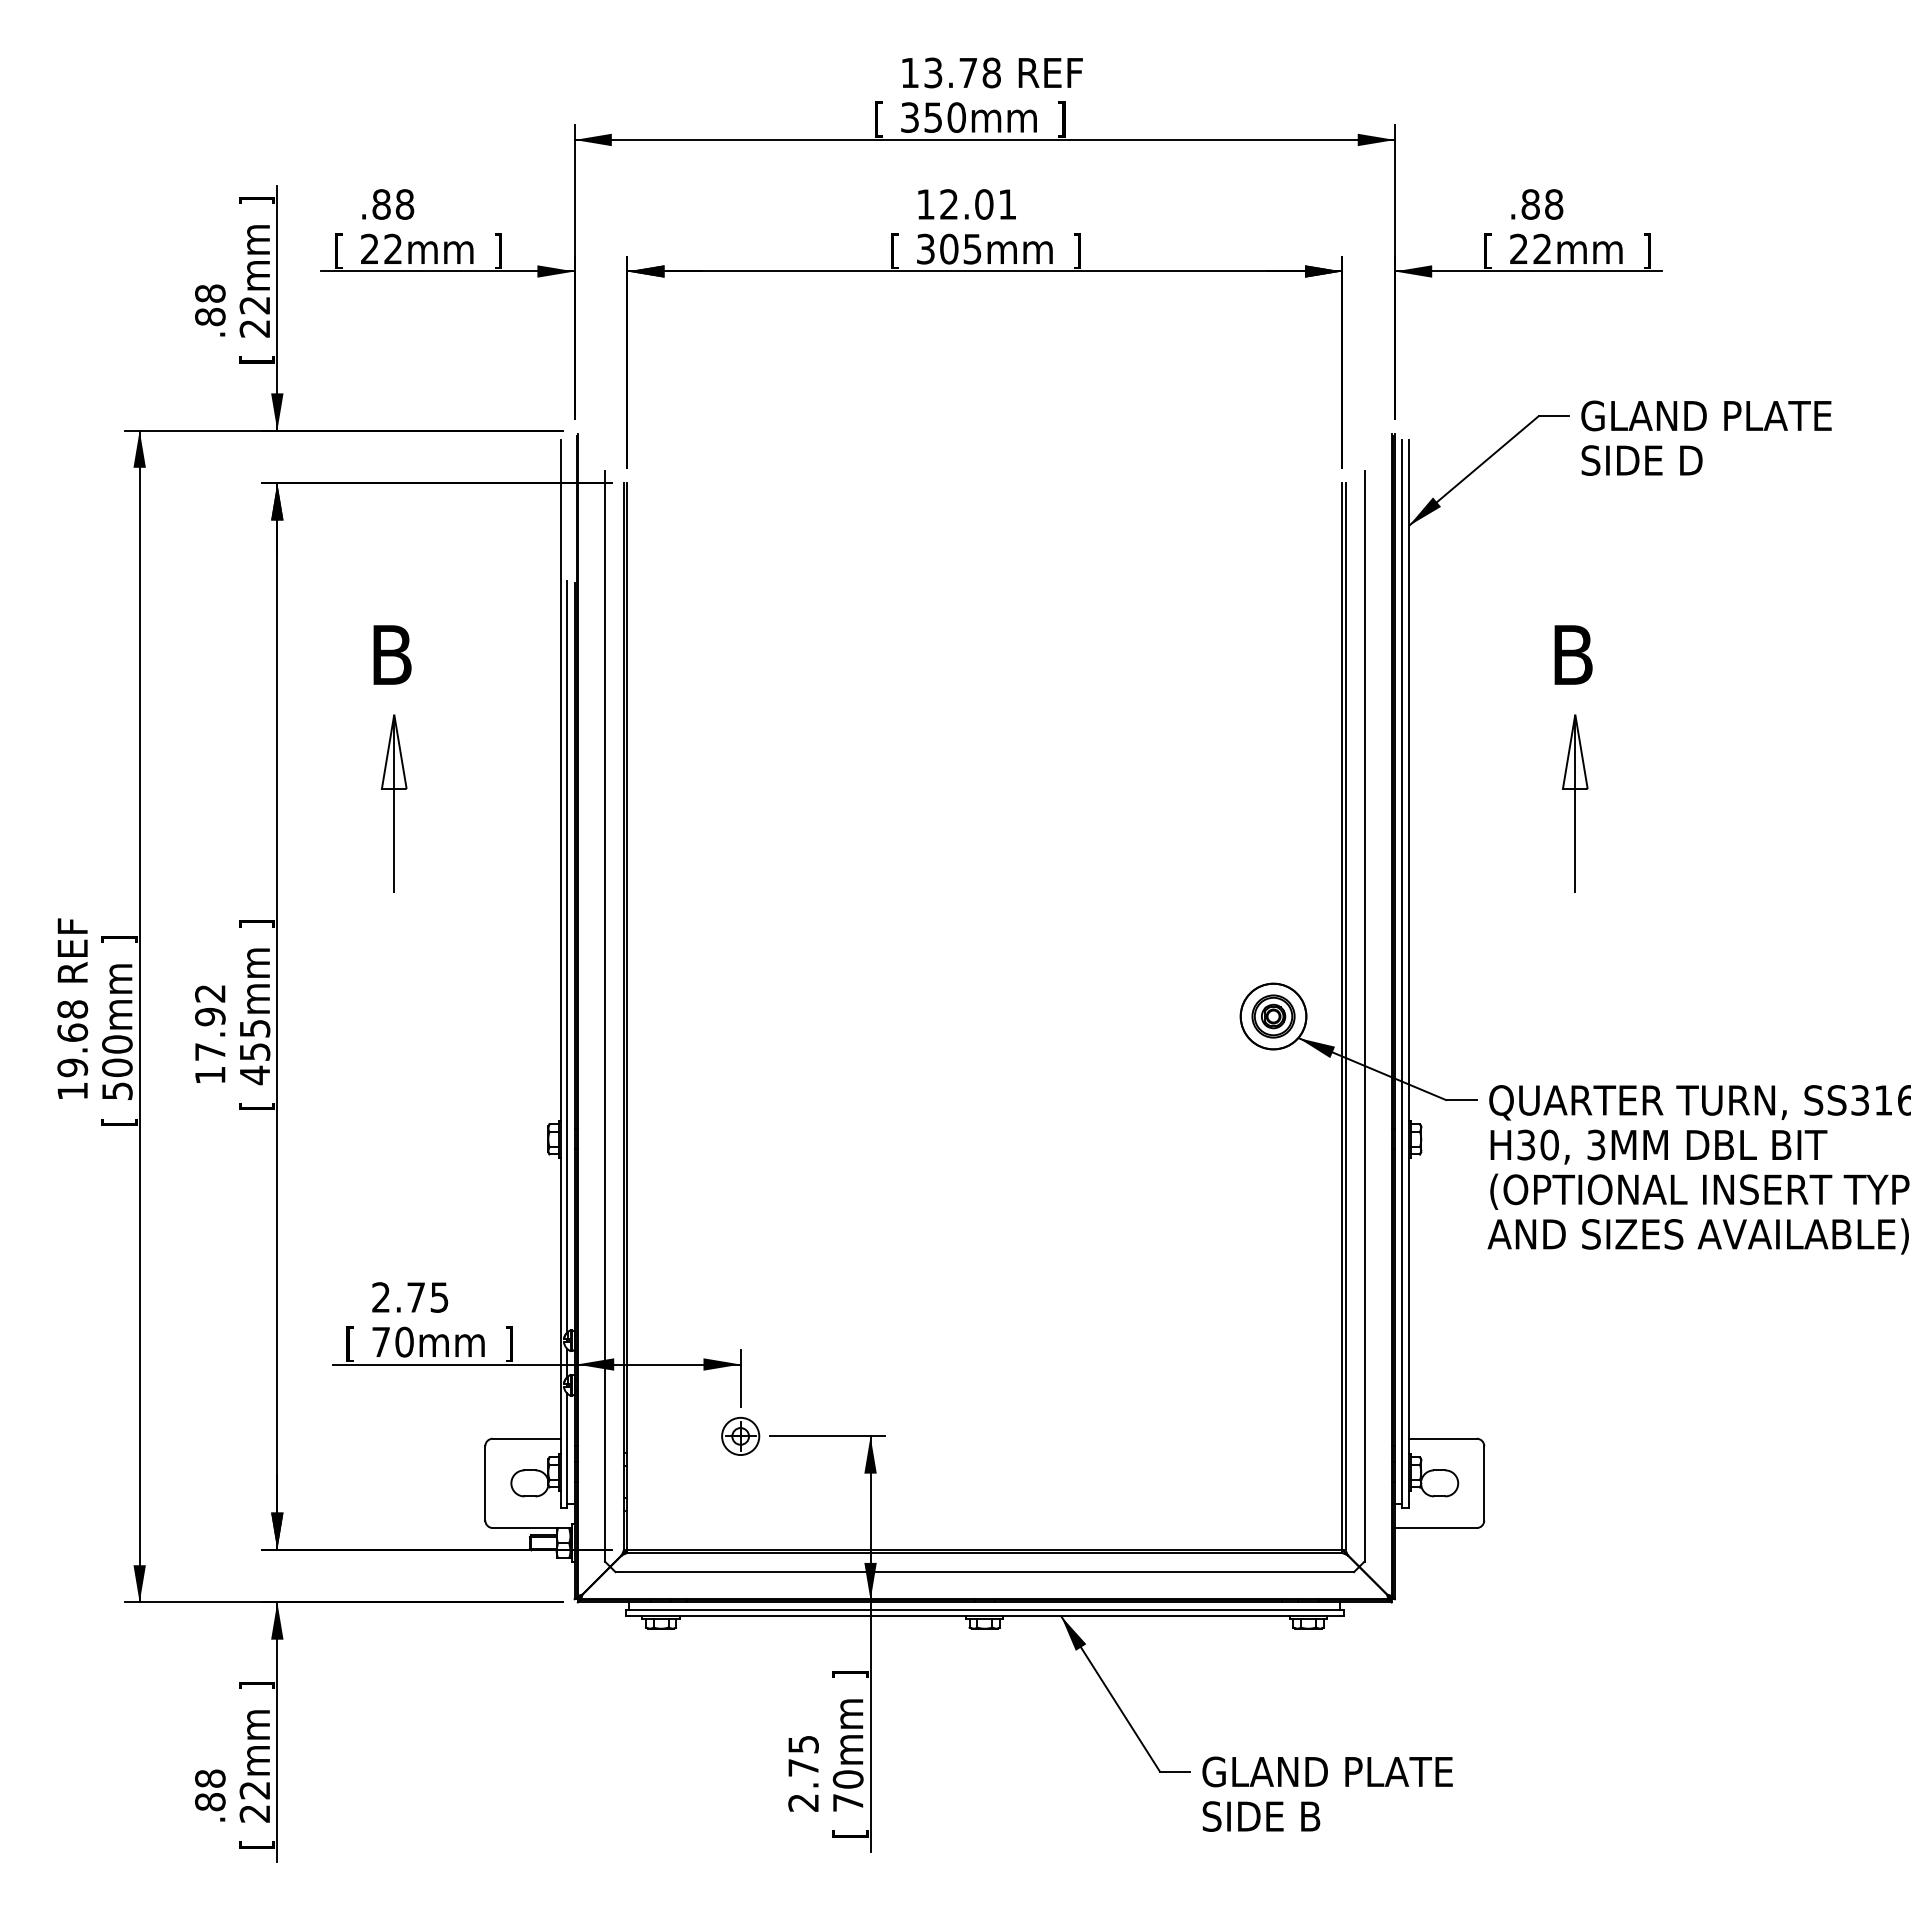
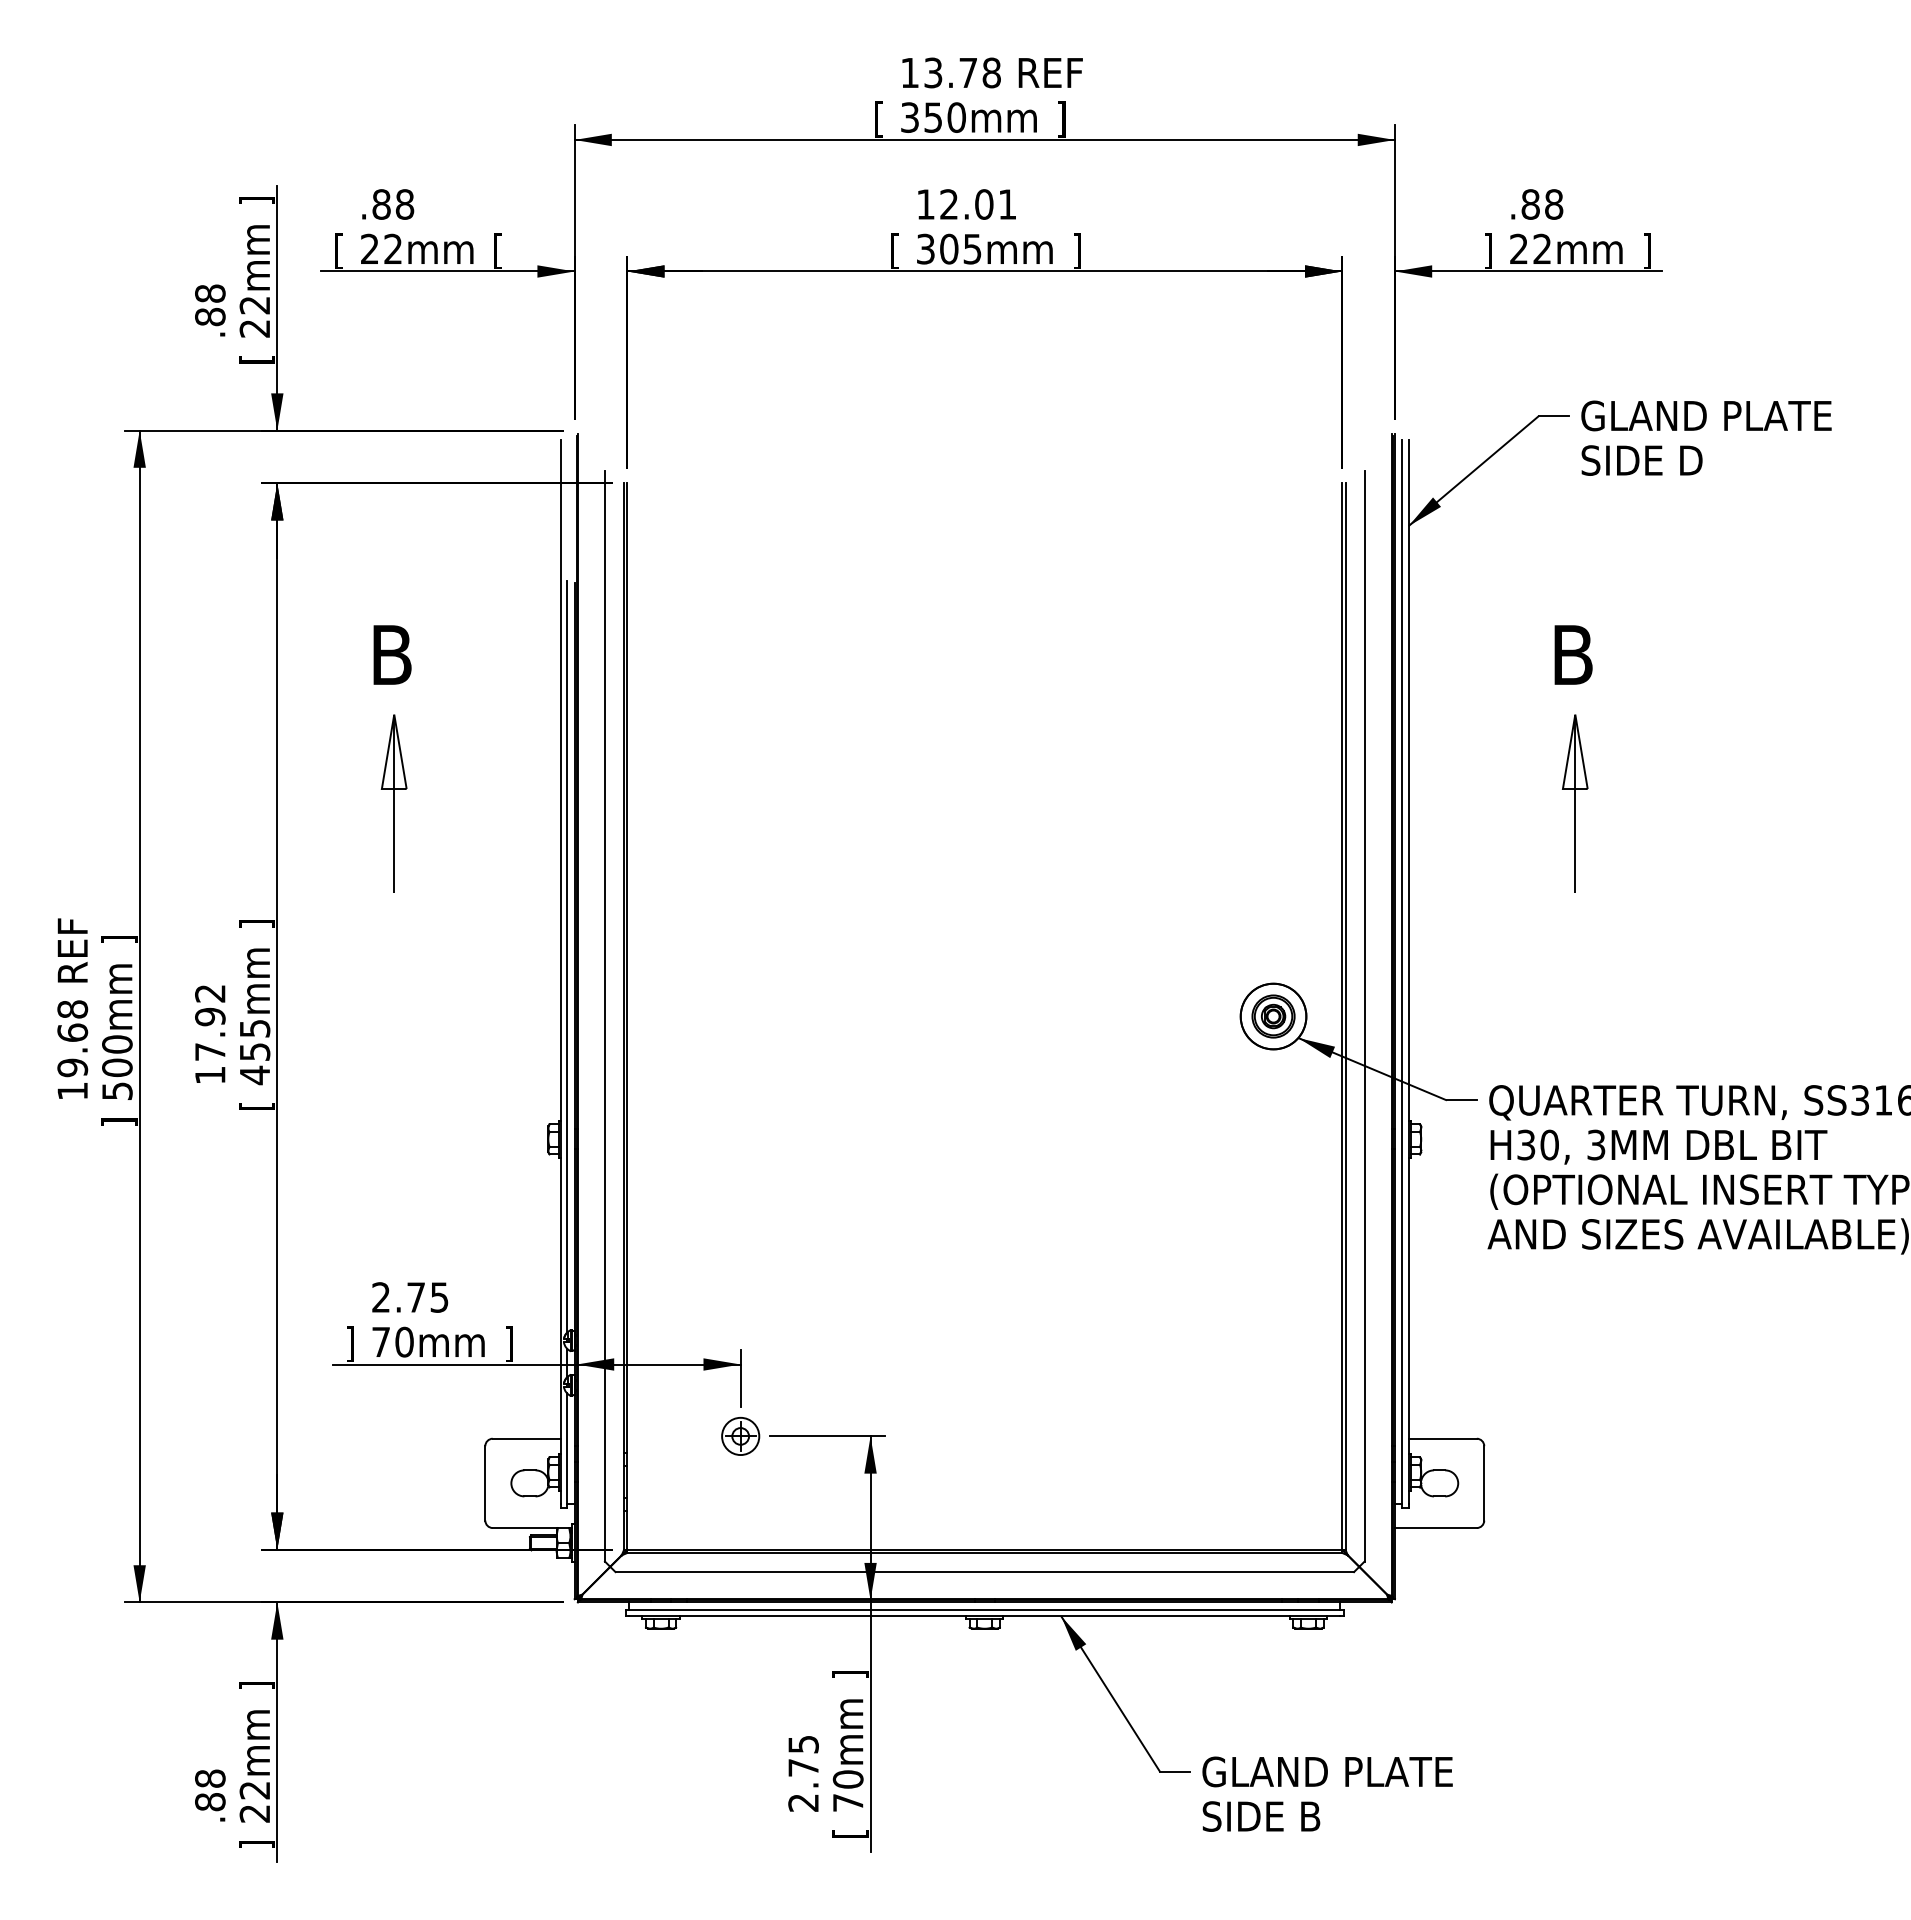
text at (497, 250): ] -> [
text at (1487, 250): [ -> ]
text at (119, 1121): [ -> ]
text at (349, 1343): [ -> ]
text at (256, 1844): [ -> ]
